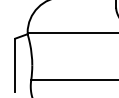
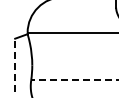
line at (15, 65): solid -> dashed
line at (74, 80): solid -> dashed
